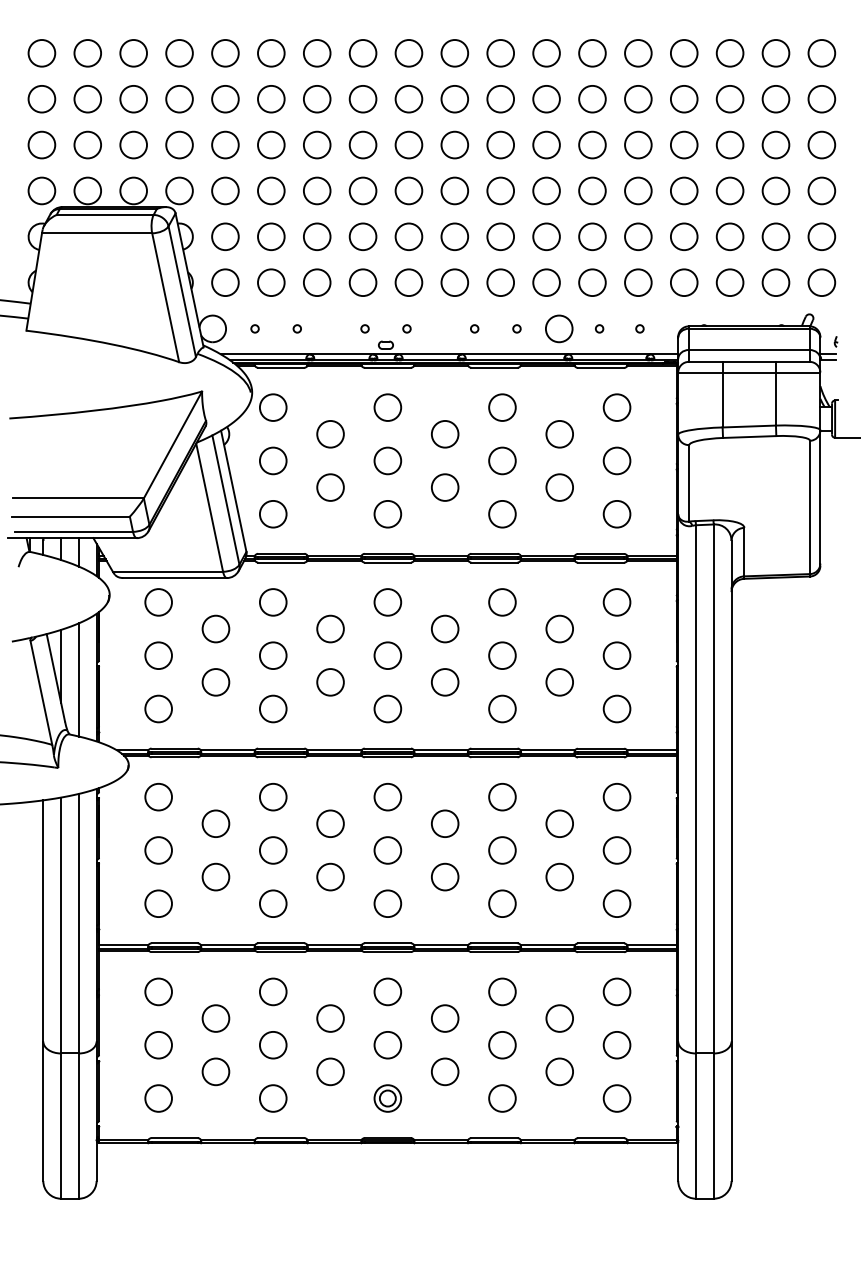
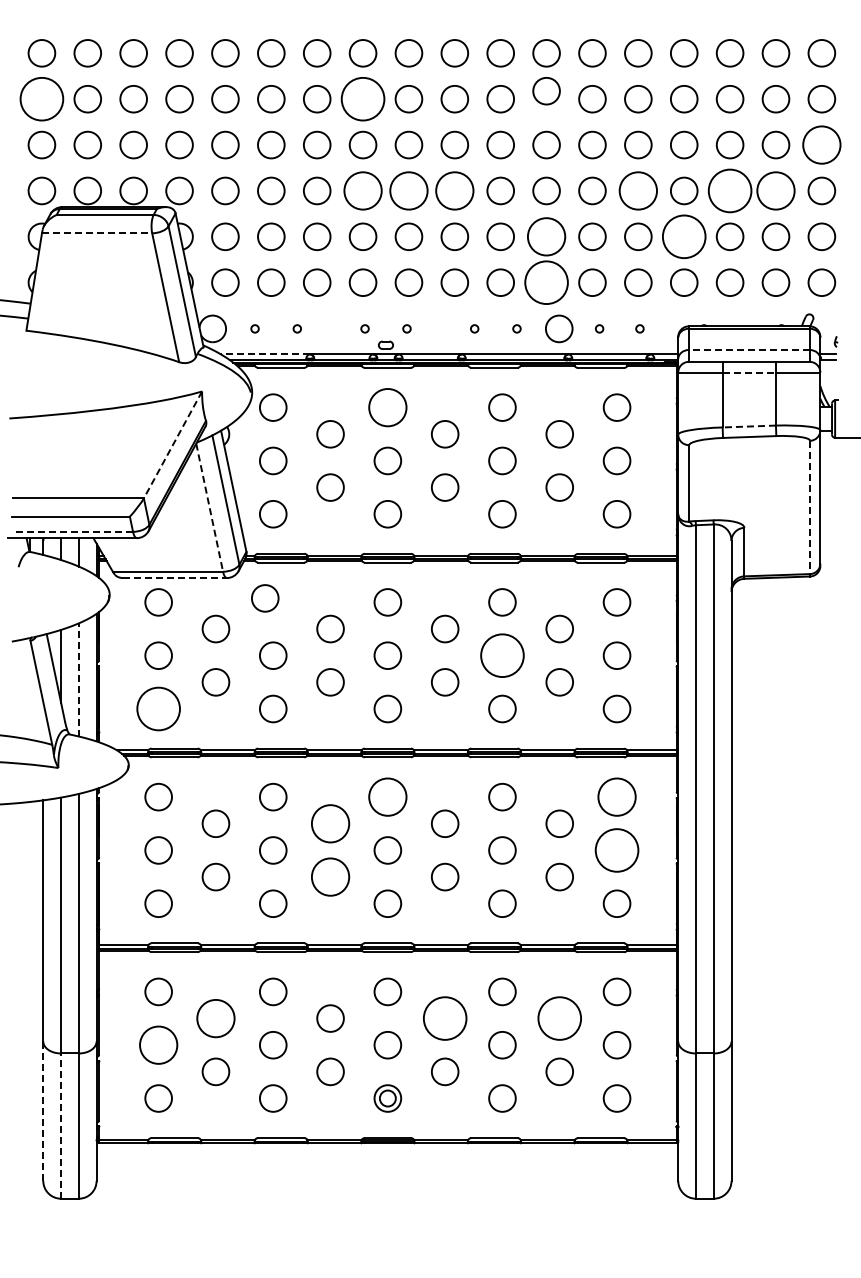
circle at (41, 98) diameter: 27 px -> 43 px
circle at (362, 98) diameter: 27 px -> 43 px
circle at (546, 99) position: (546, 99) -> (546, 91)
circle at (821, 144) diameter: 27 px -> 37 px
circle at (362, 190) diameter: 27 px -> 37 px
circle at (408, 190) diameter: 27 px -> 37 px
circle at (454, 190) diameter: 27 px -> 37 px
circle at (638, 190) diameter: 27 px -> 37 px
circle at (729, 190) diameter: 27 px -> 43 px
circle at (775, 190) diameter: 27 px -> 37 px
line at (97, 233): solid -> dashed
circle at (546, 236) diameter: 27 px -> 37 px
circle at (683, 236) diameter: 27 px -> 43 px
circle at (546, 282) diameter: 27 px -> 43 px
line at (748, 349): solid -> dashed
line at (264, 354): solid -> dashed
line at (749, 372): solid -> dashed
circle at (387, 407) diameter: 27 px -> 37 px
line at (749, 426): solid -> dashed
line at (173, 444): solid -> dashed
line at (810, 507): solid -> dashed
line at (209, 508): solid -> dashed
line at (74, 531): solid -> dashed
line at (175, 578): solid -> dashed
circle at (273, 602) position: (273, 602) -> (265, 598)
circle at (502, 655) diameter: 27 px -> 43 px
line at (78, 679): solid -> dashed
circle at (158, 708) diameter: 27 px -> 43 px
circle at (387, 796) diameter: 27 px -> 37 px
circle at (616, 796) diameter: 27 px -> 37 px
circle at (330, 823) diameter: 27 px -> 37 px
circle at (616, 850) diameter: 27 px -> 43 px
circle at (330, 876) diameter: 27 px -> 37 px
circle at (215, 1018) size: 30x29 px -> 40x40 px
circle at (444, 1018) diameter: 27 px -> 43 px
circle at (559, 1018) diameter: 27 px -> 43 px
circle at (158, 1044) diameter: 27 px -> 37 px
line at (43, 1111): solid -> dashed
line at (61, 1126): solid -> dashed
